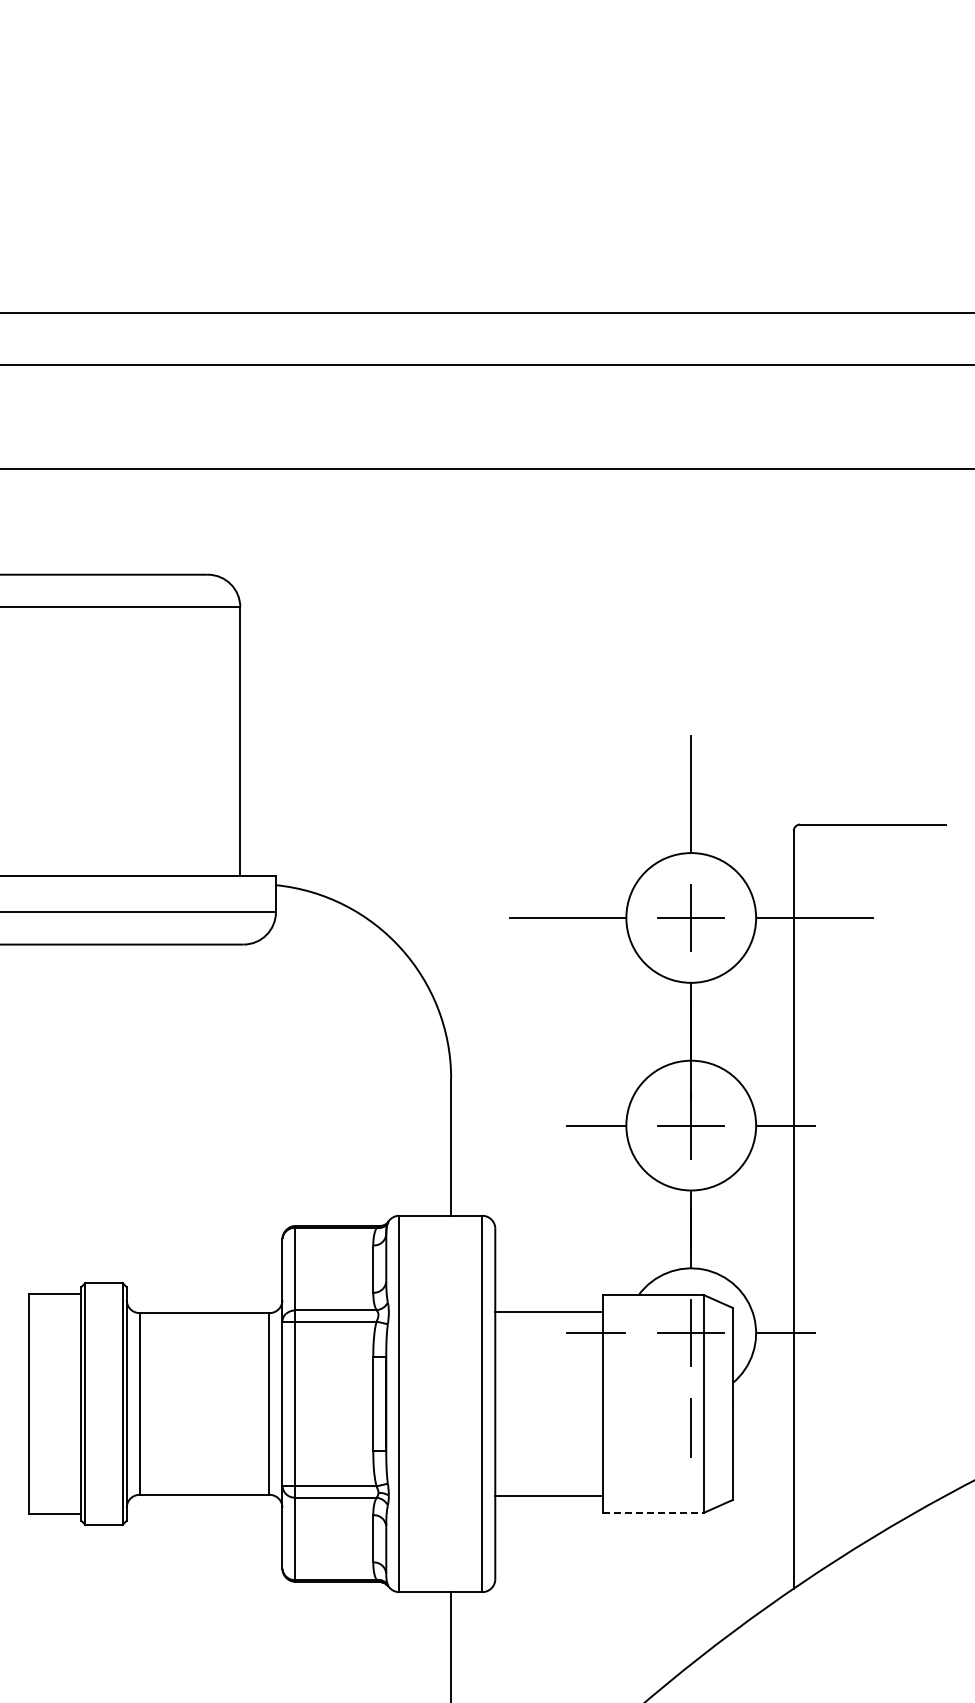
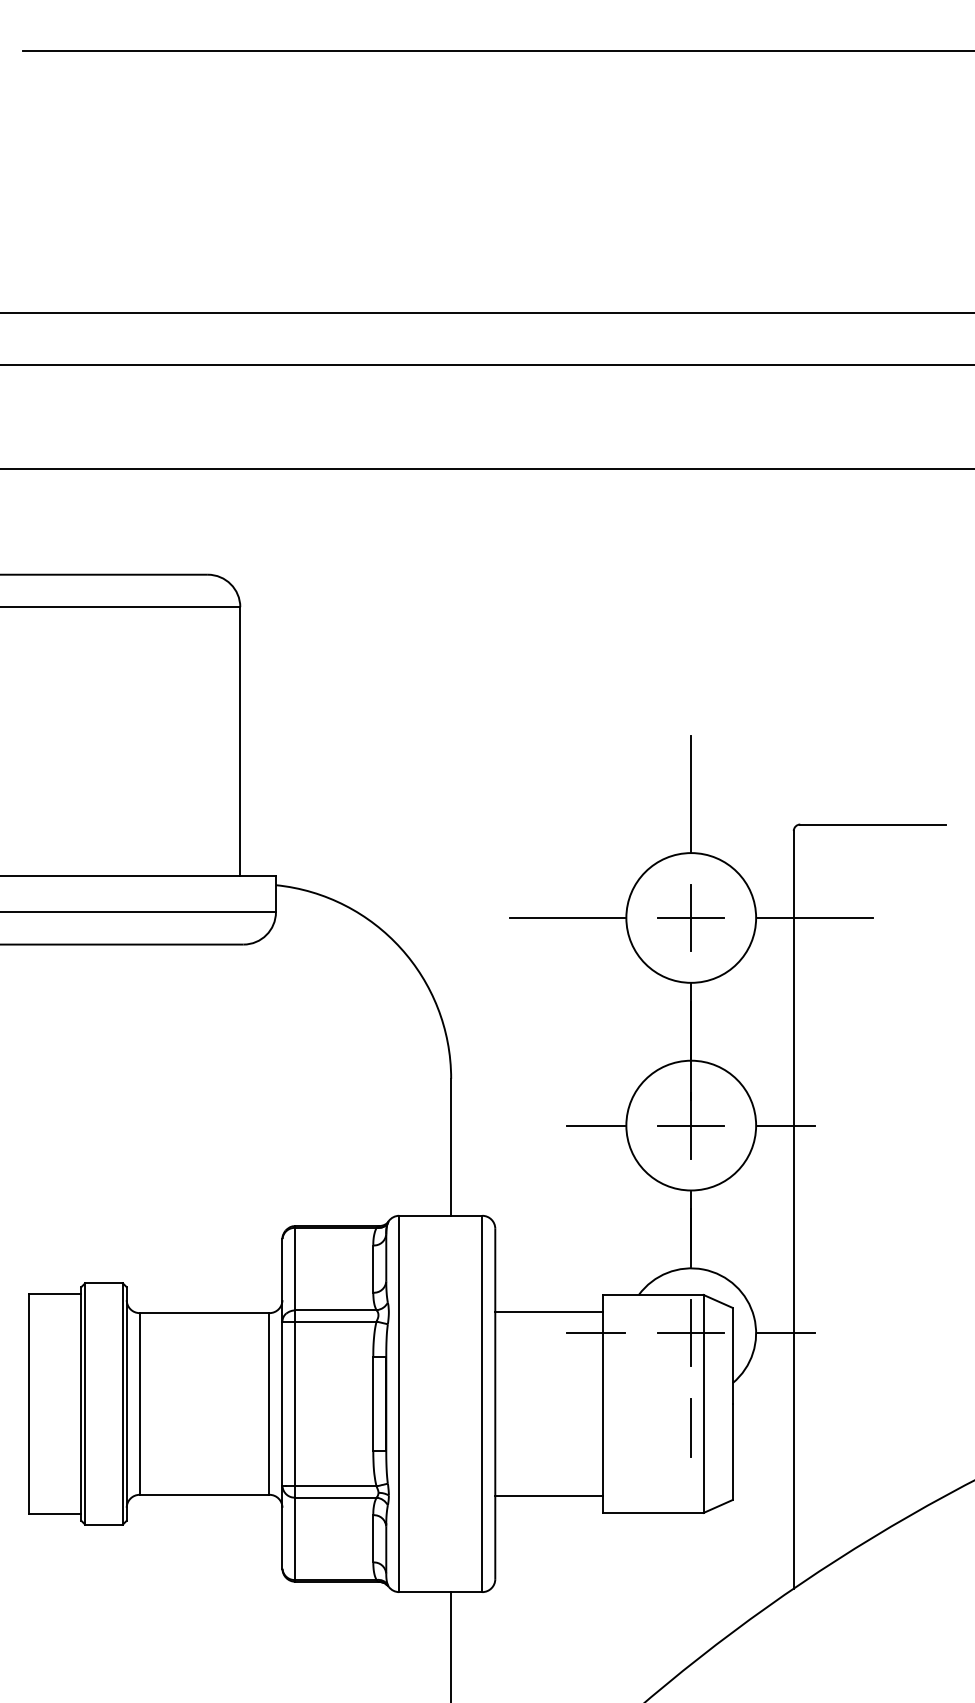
line at (496, 51): none -> present
line at (653, 1512): dashed -> solid
